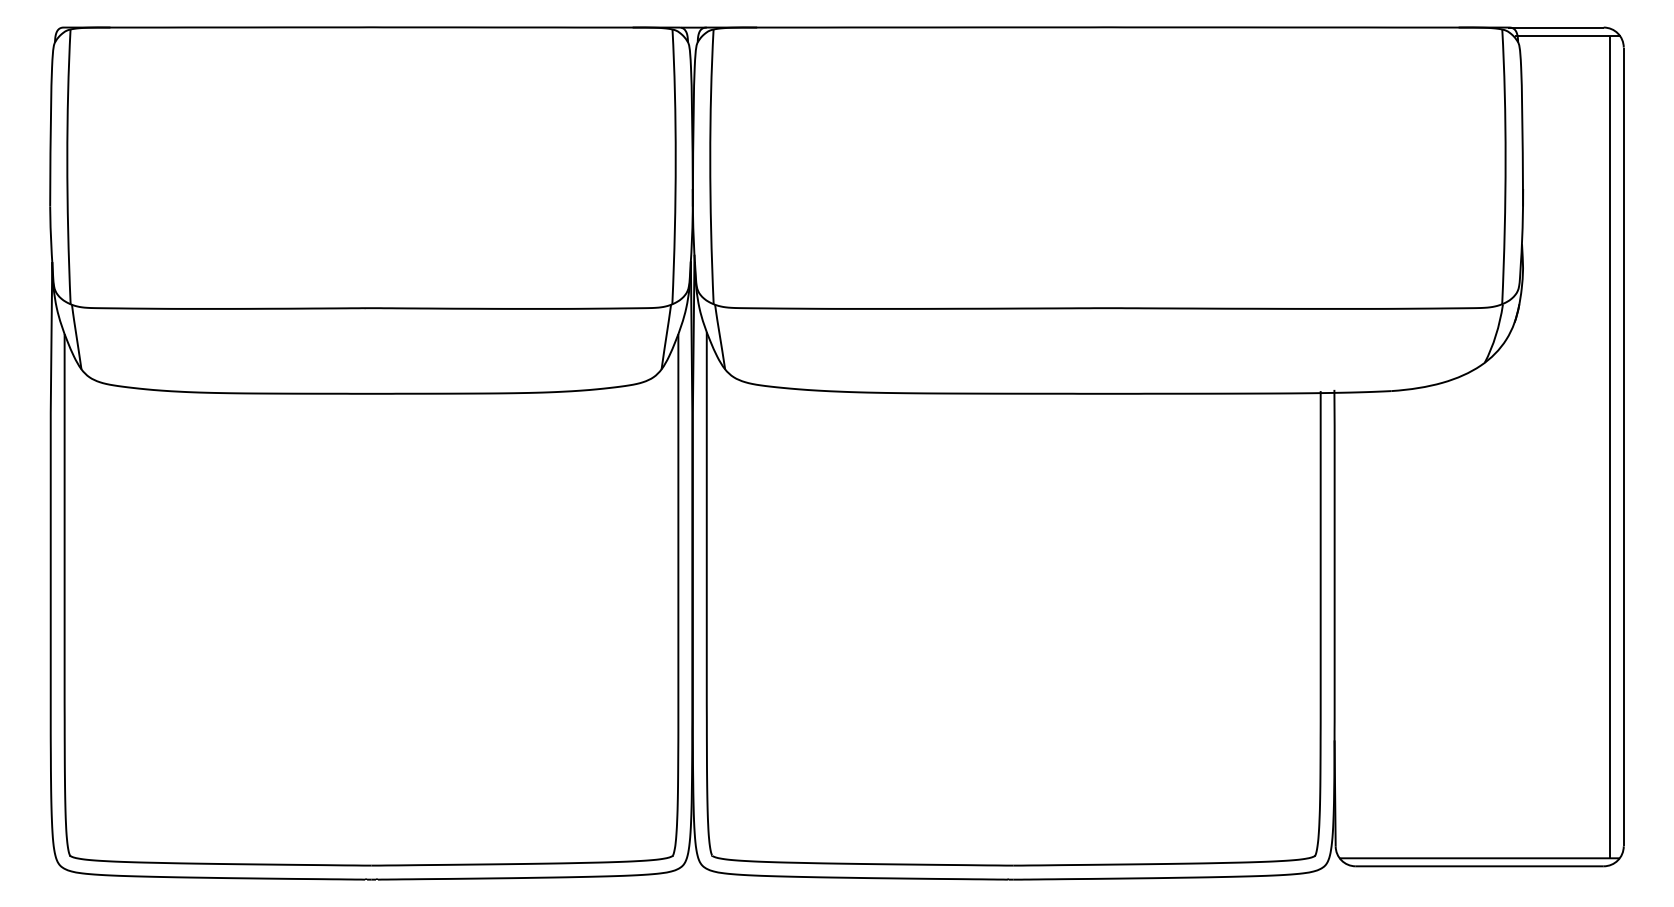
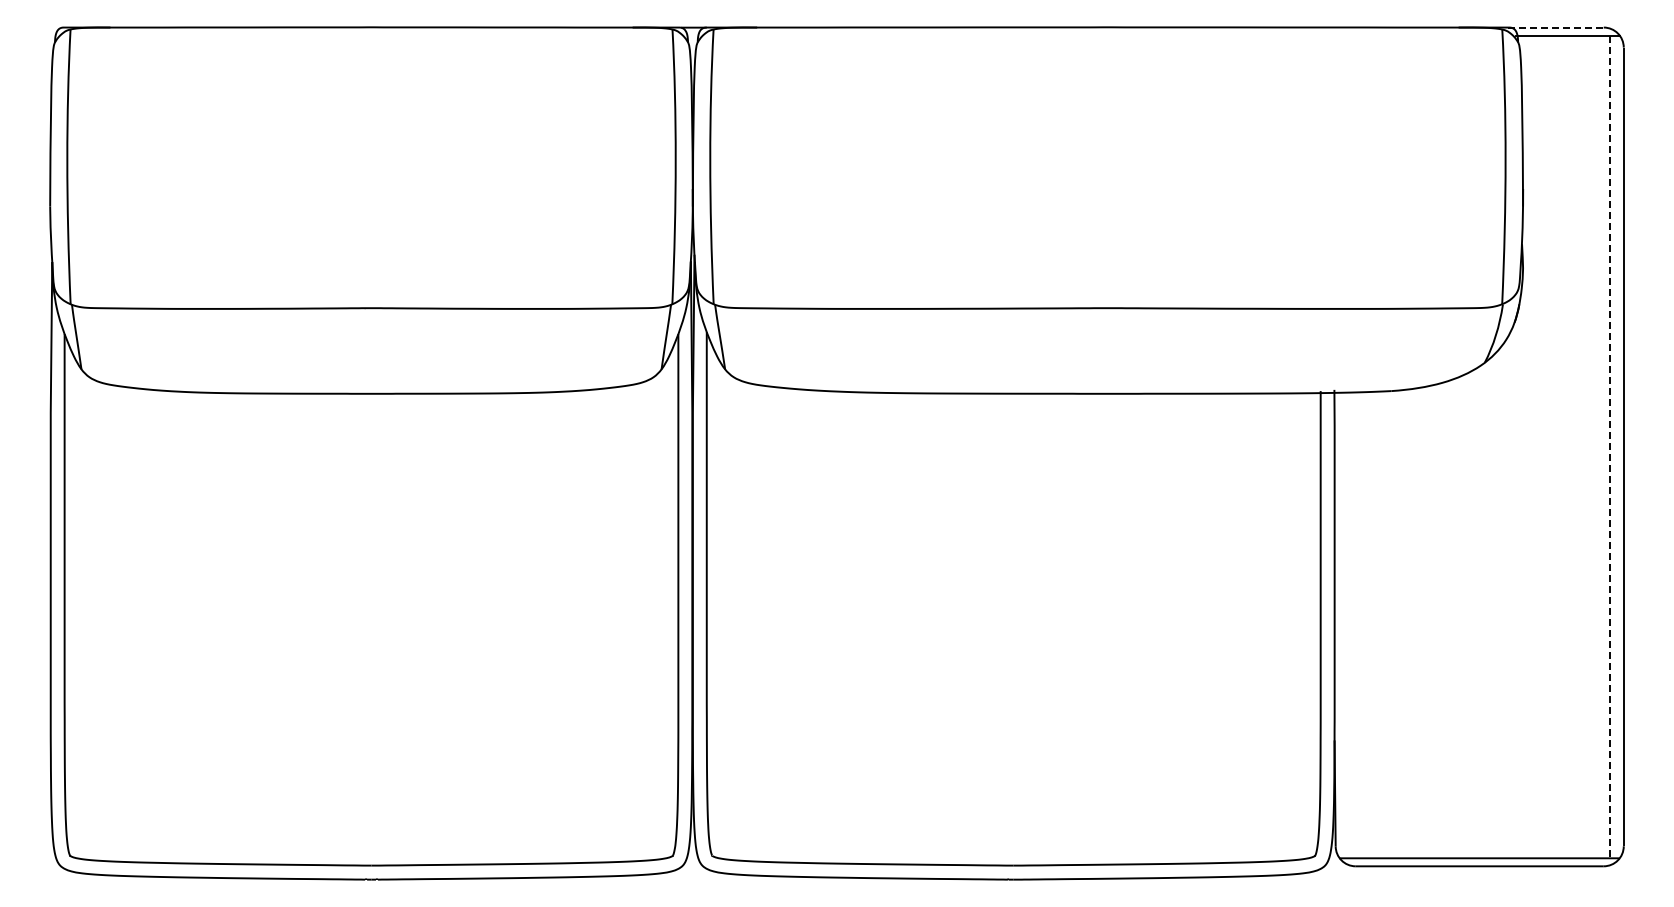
line at (1555, 27): solid -> dashed
line at (1609, 447): solid -> dashed
